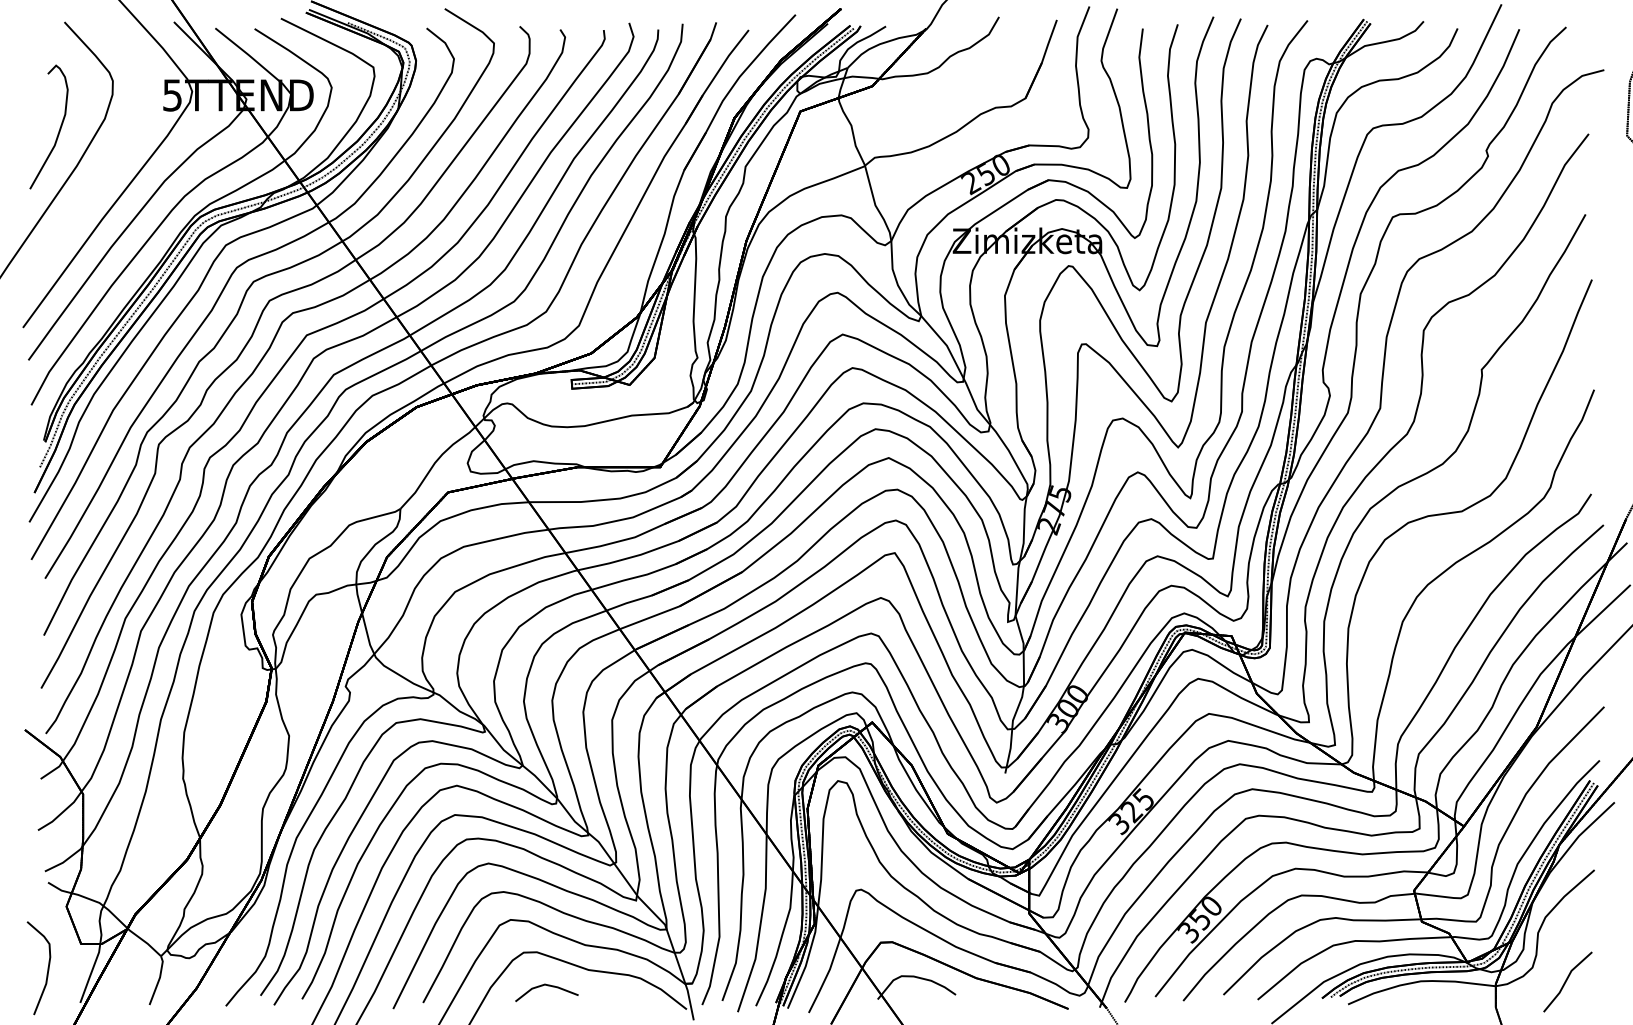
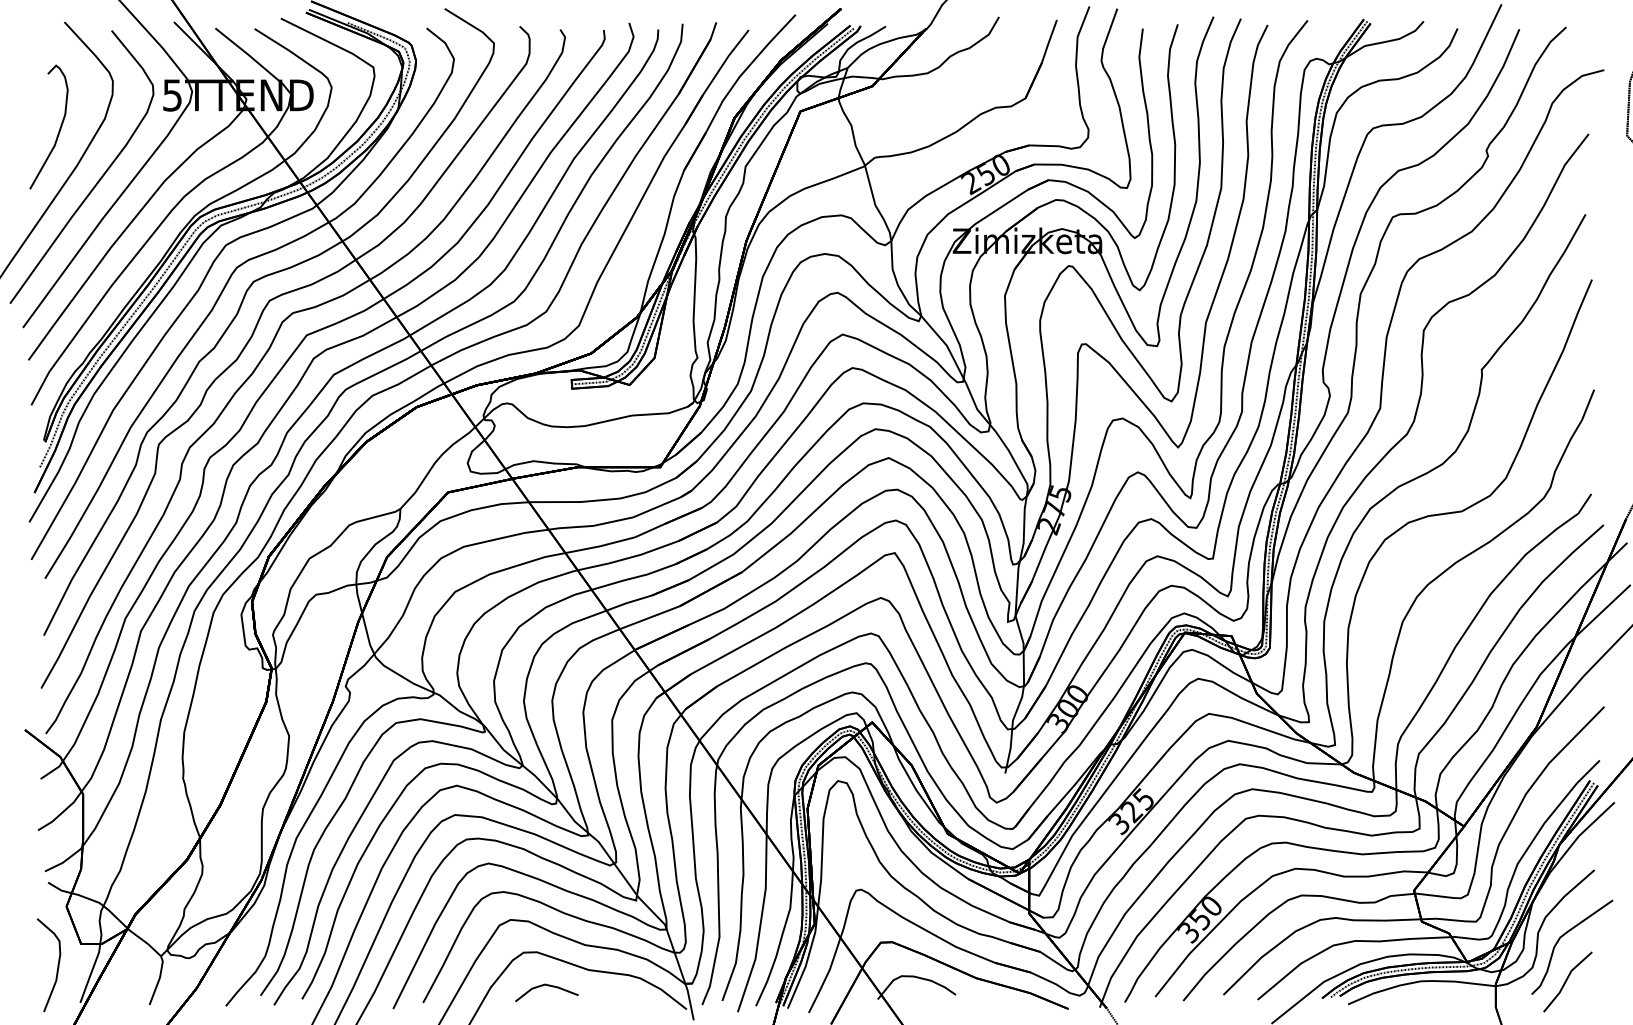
part at (99, 178): none -> present
part at (1563, 936): none -> present
curve at (47, 968) position: (47, 968) -> (57, 965)
